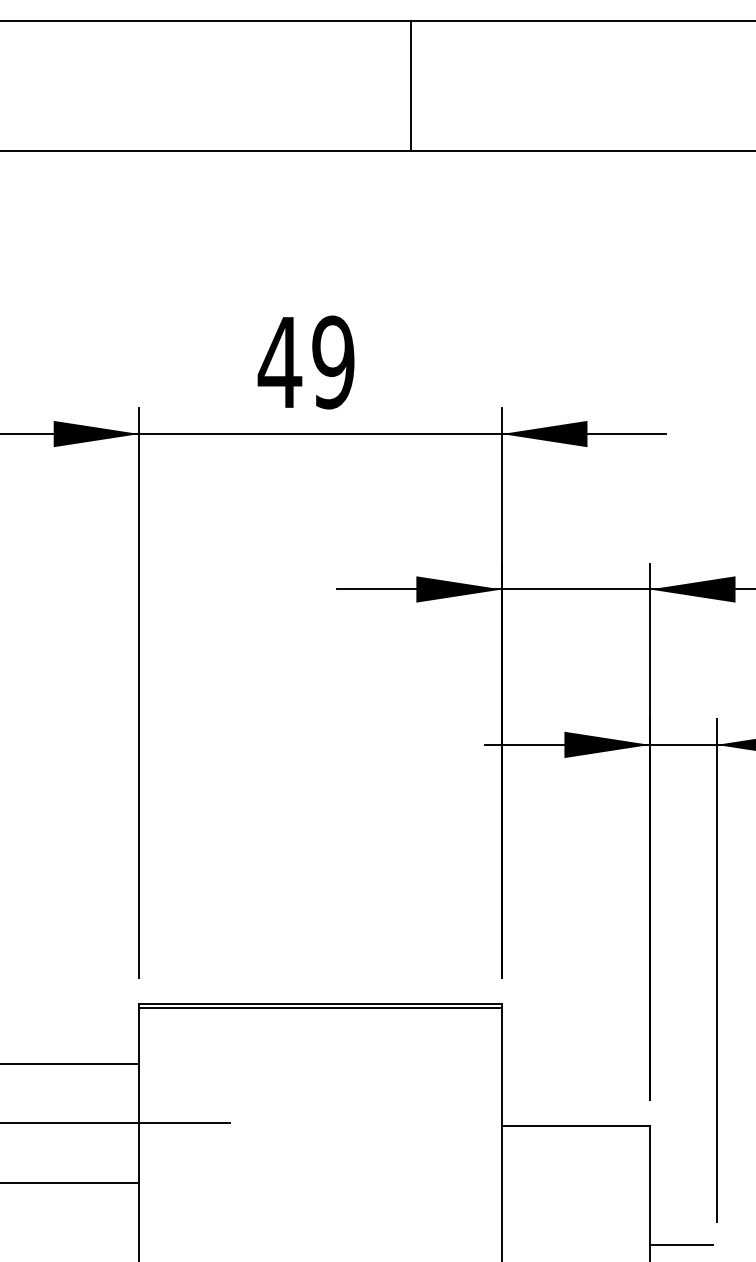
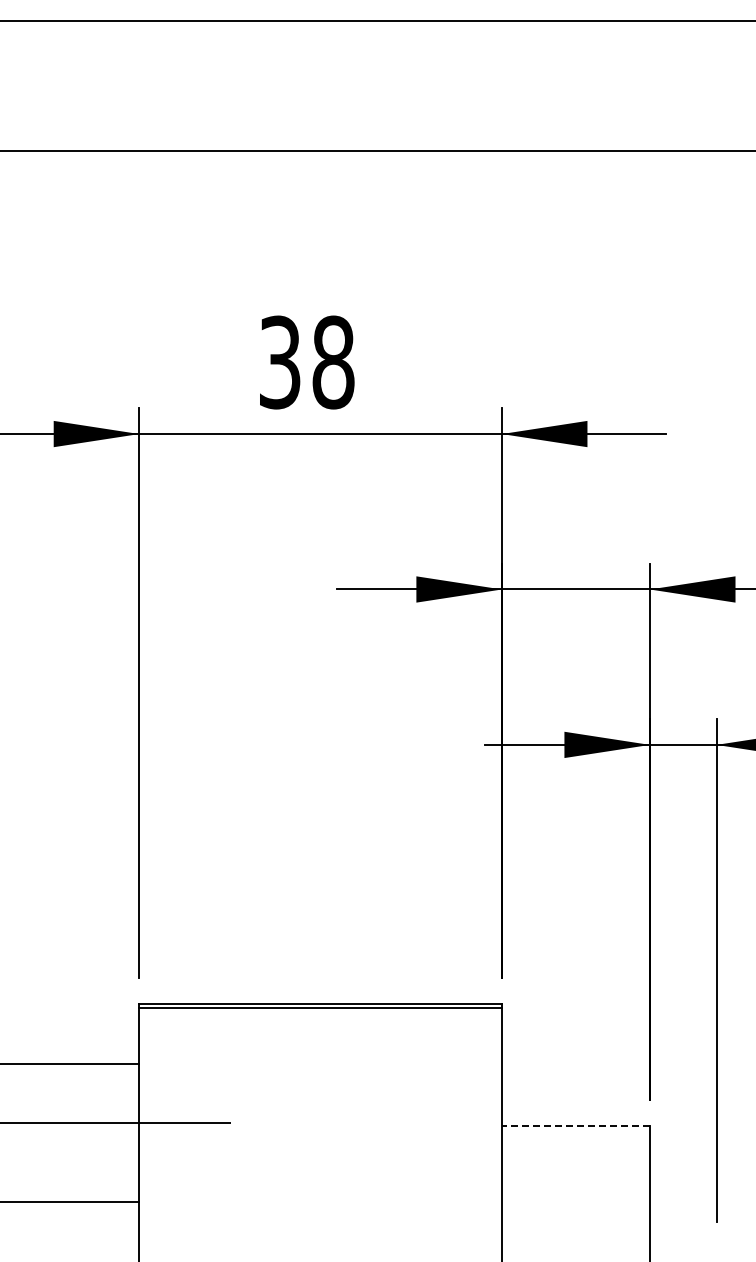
line at (410, 85): present -> none
text at (305, 362): 49 -> 38
line at (575, 1126): solid -> dashed
line at (70, 1182) position: (70, 1182) -> (70, 1201)
line at (680, 1244): present -> none
